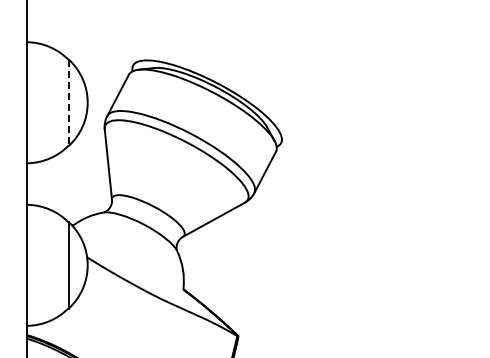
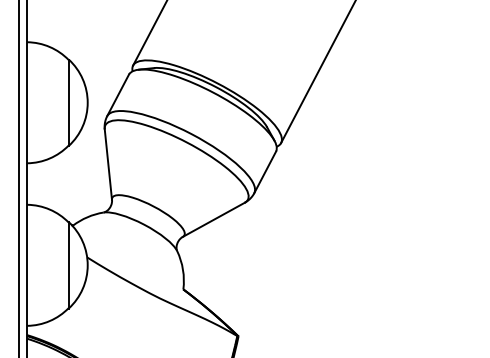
line at (149, 33): none -> present
line at (317, 72): none -> present
line at (68, 103): dashed -> solid
line at (18, 178): none -> present
